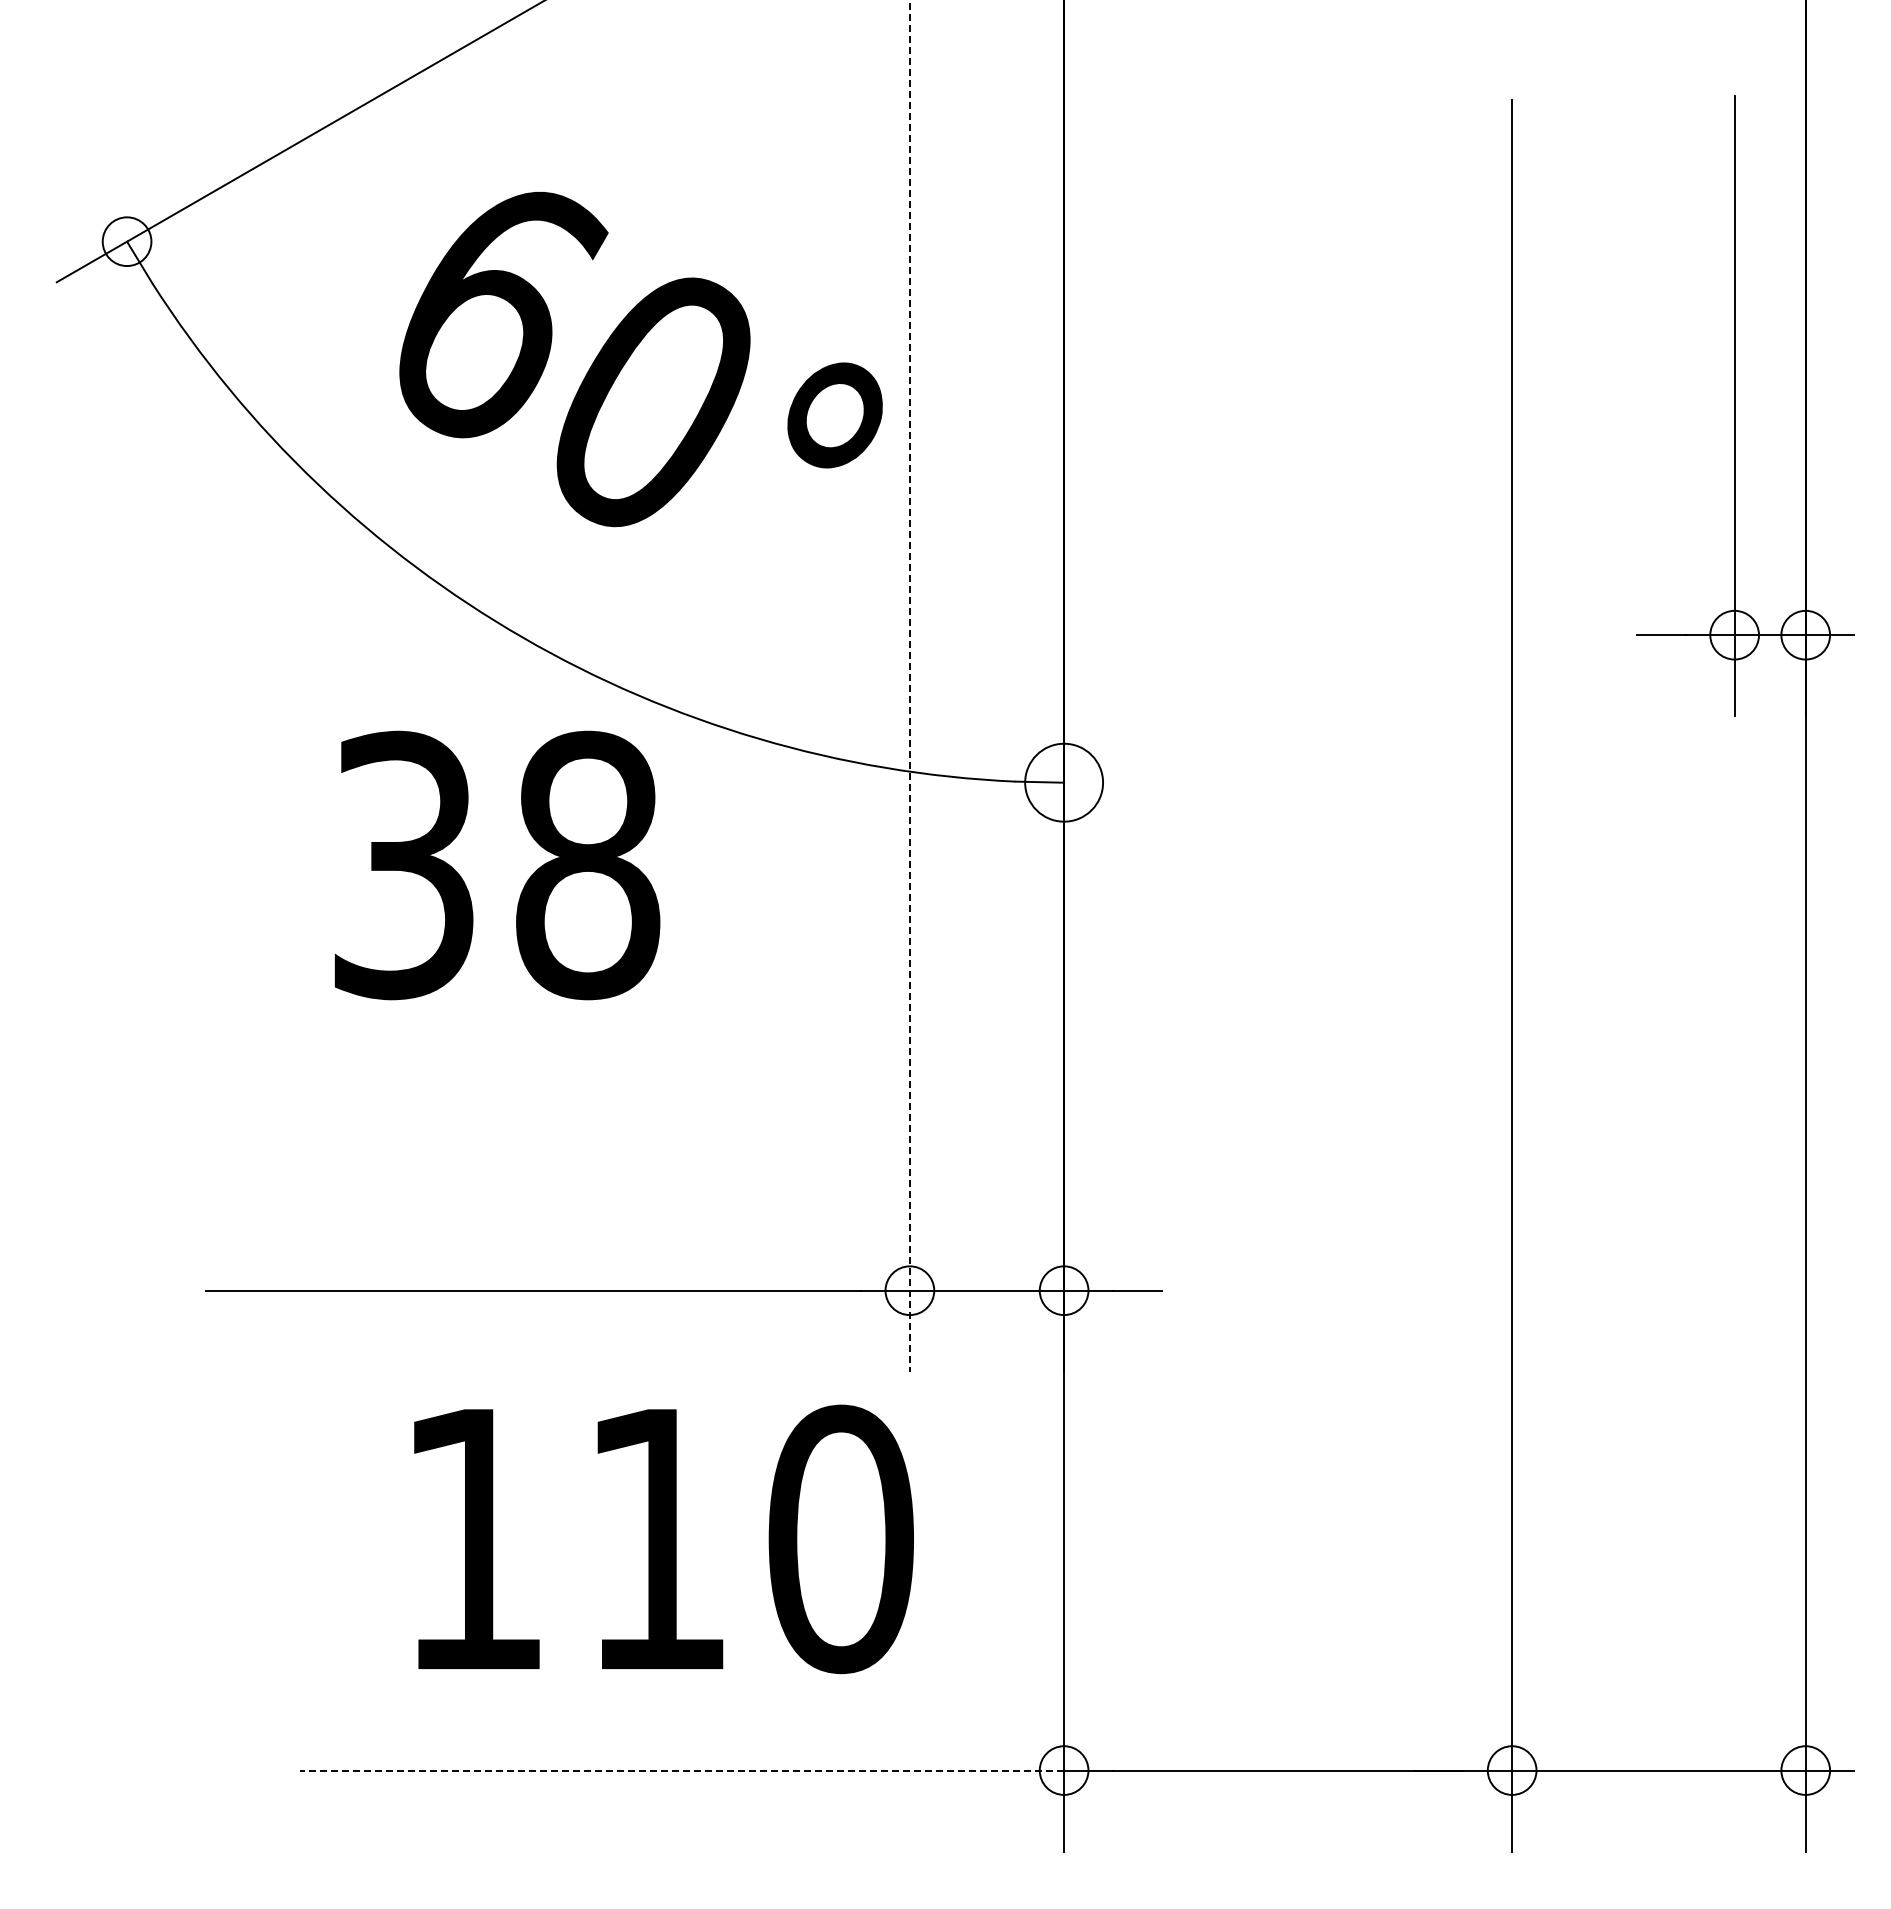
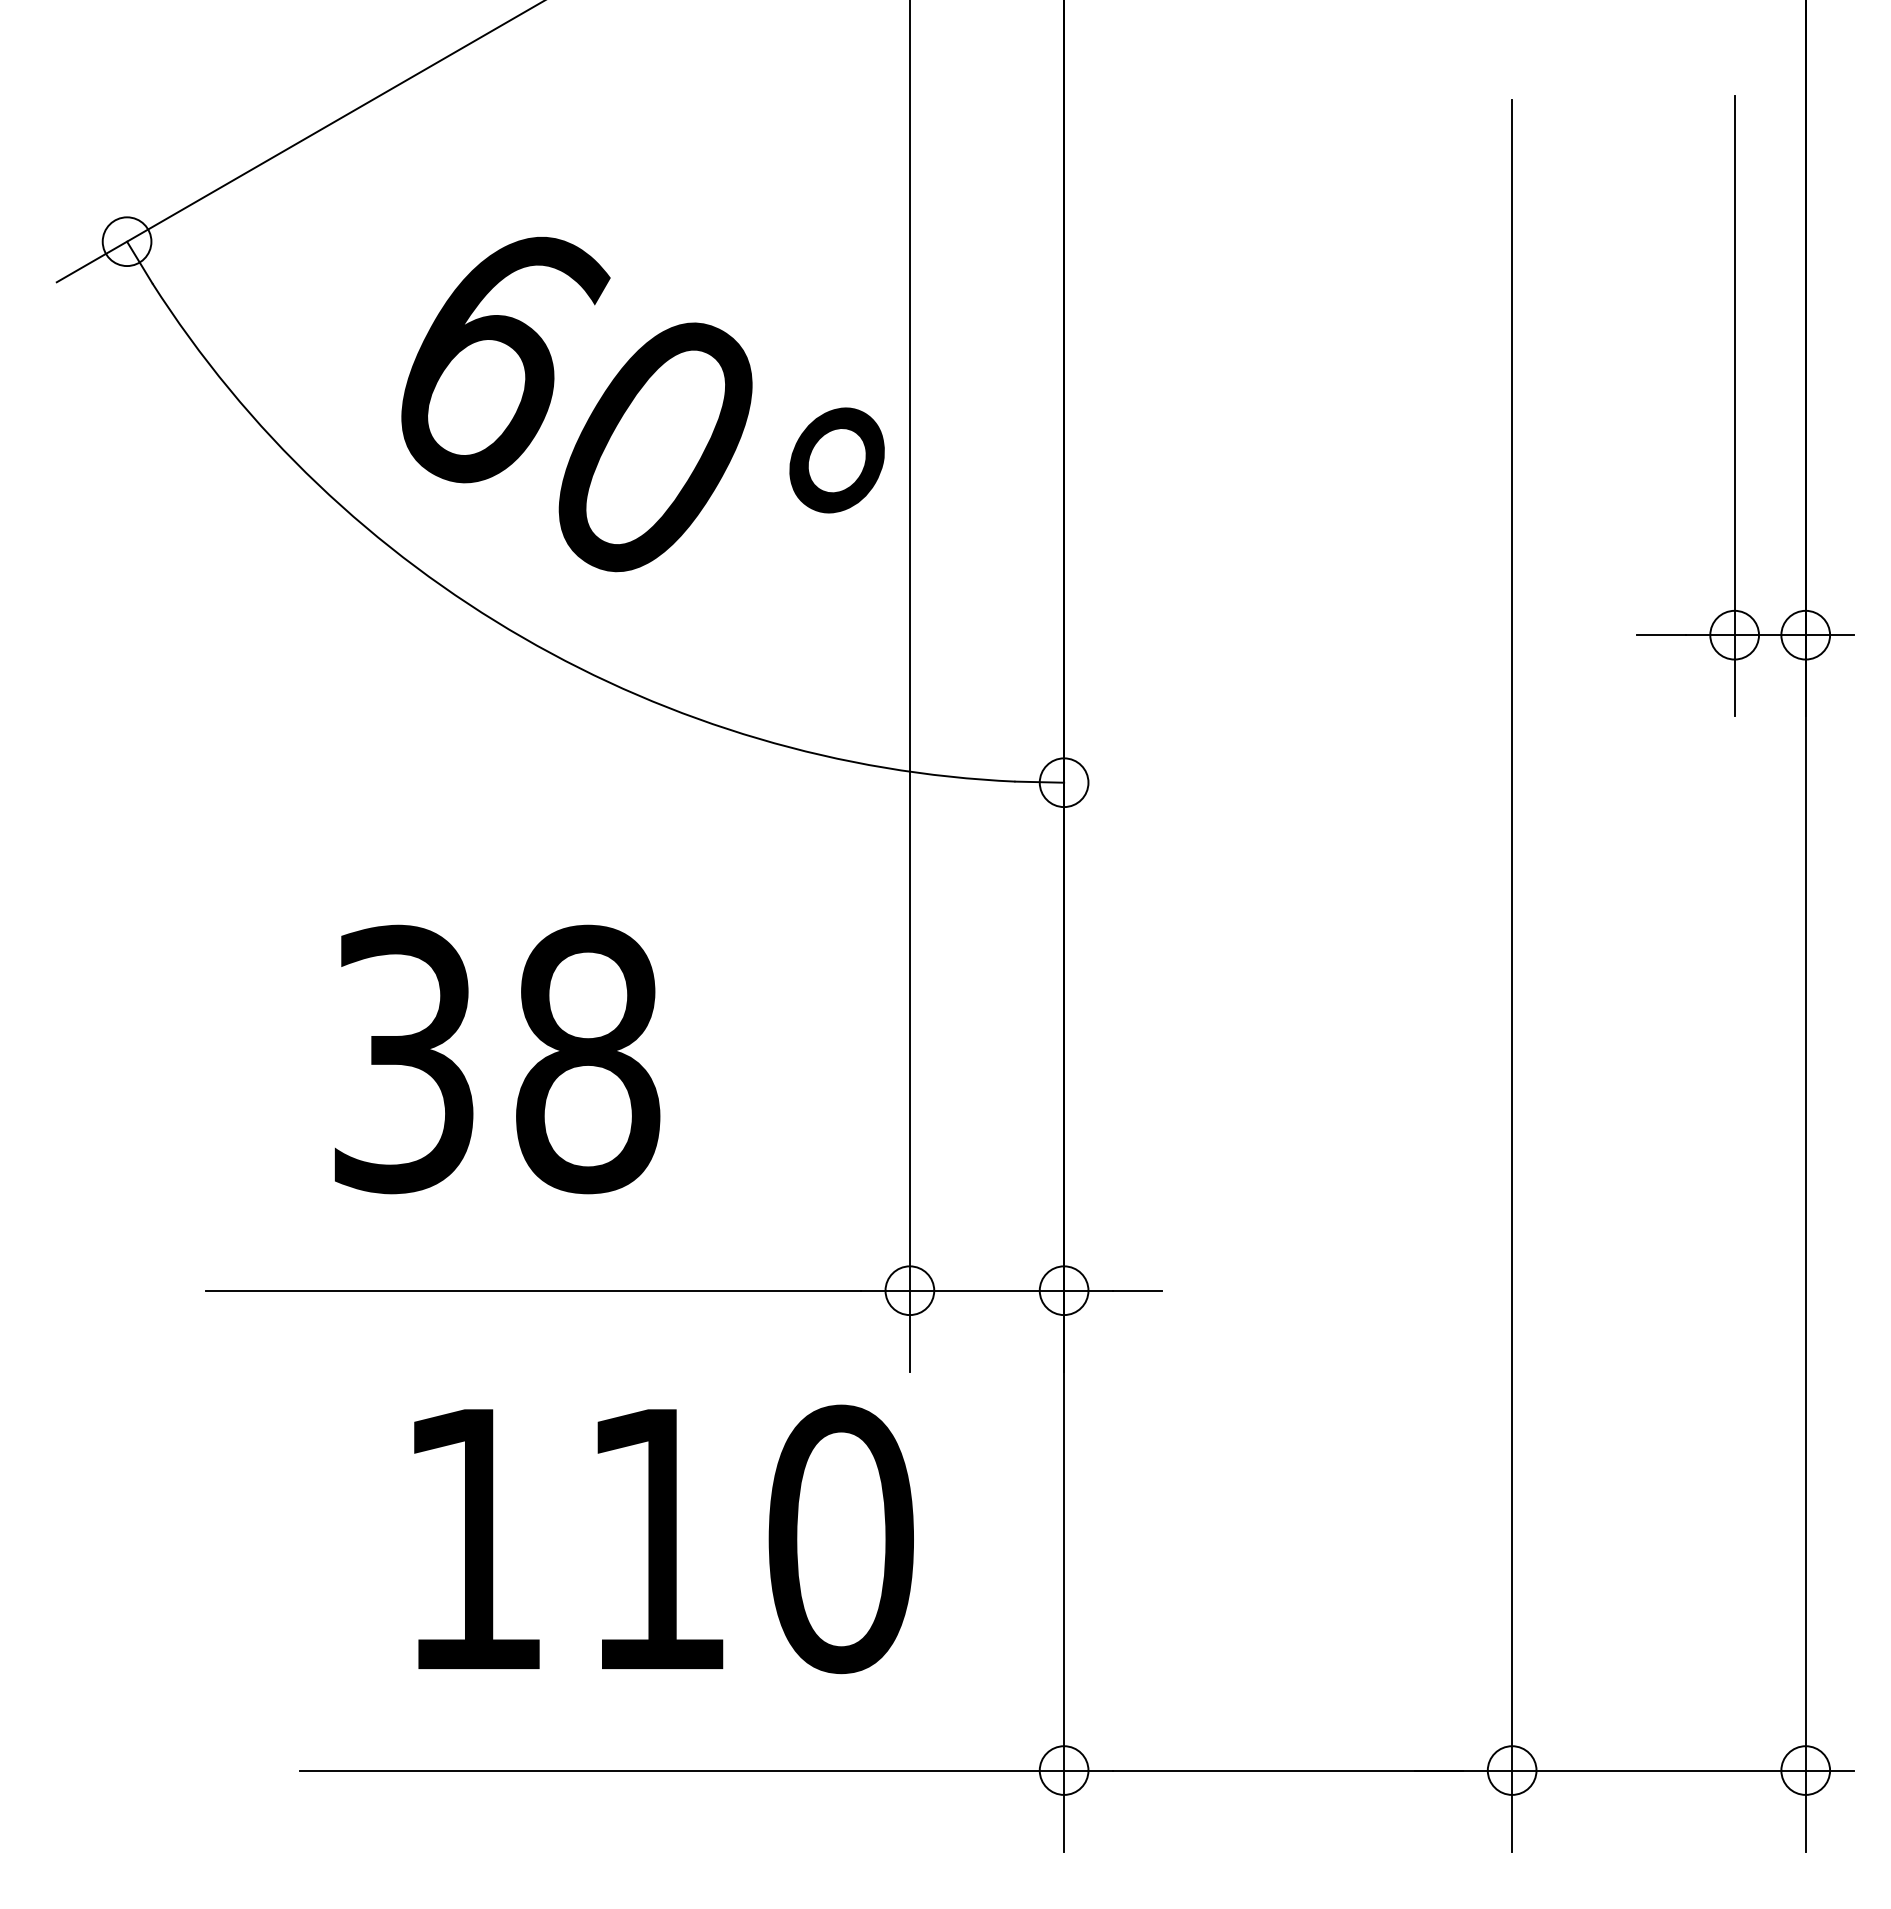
text at (640, 359) position: (640, 359) -> (642, 404)
line at (909, 686): dashed -> solid
circle at (1064, 782) diameter: 78 px -> 49 px
text at (497, 865) position: (497, 865) -> (497, 1059)
line at (682, 1770): dashed -> solid
